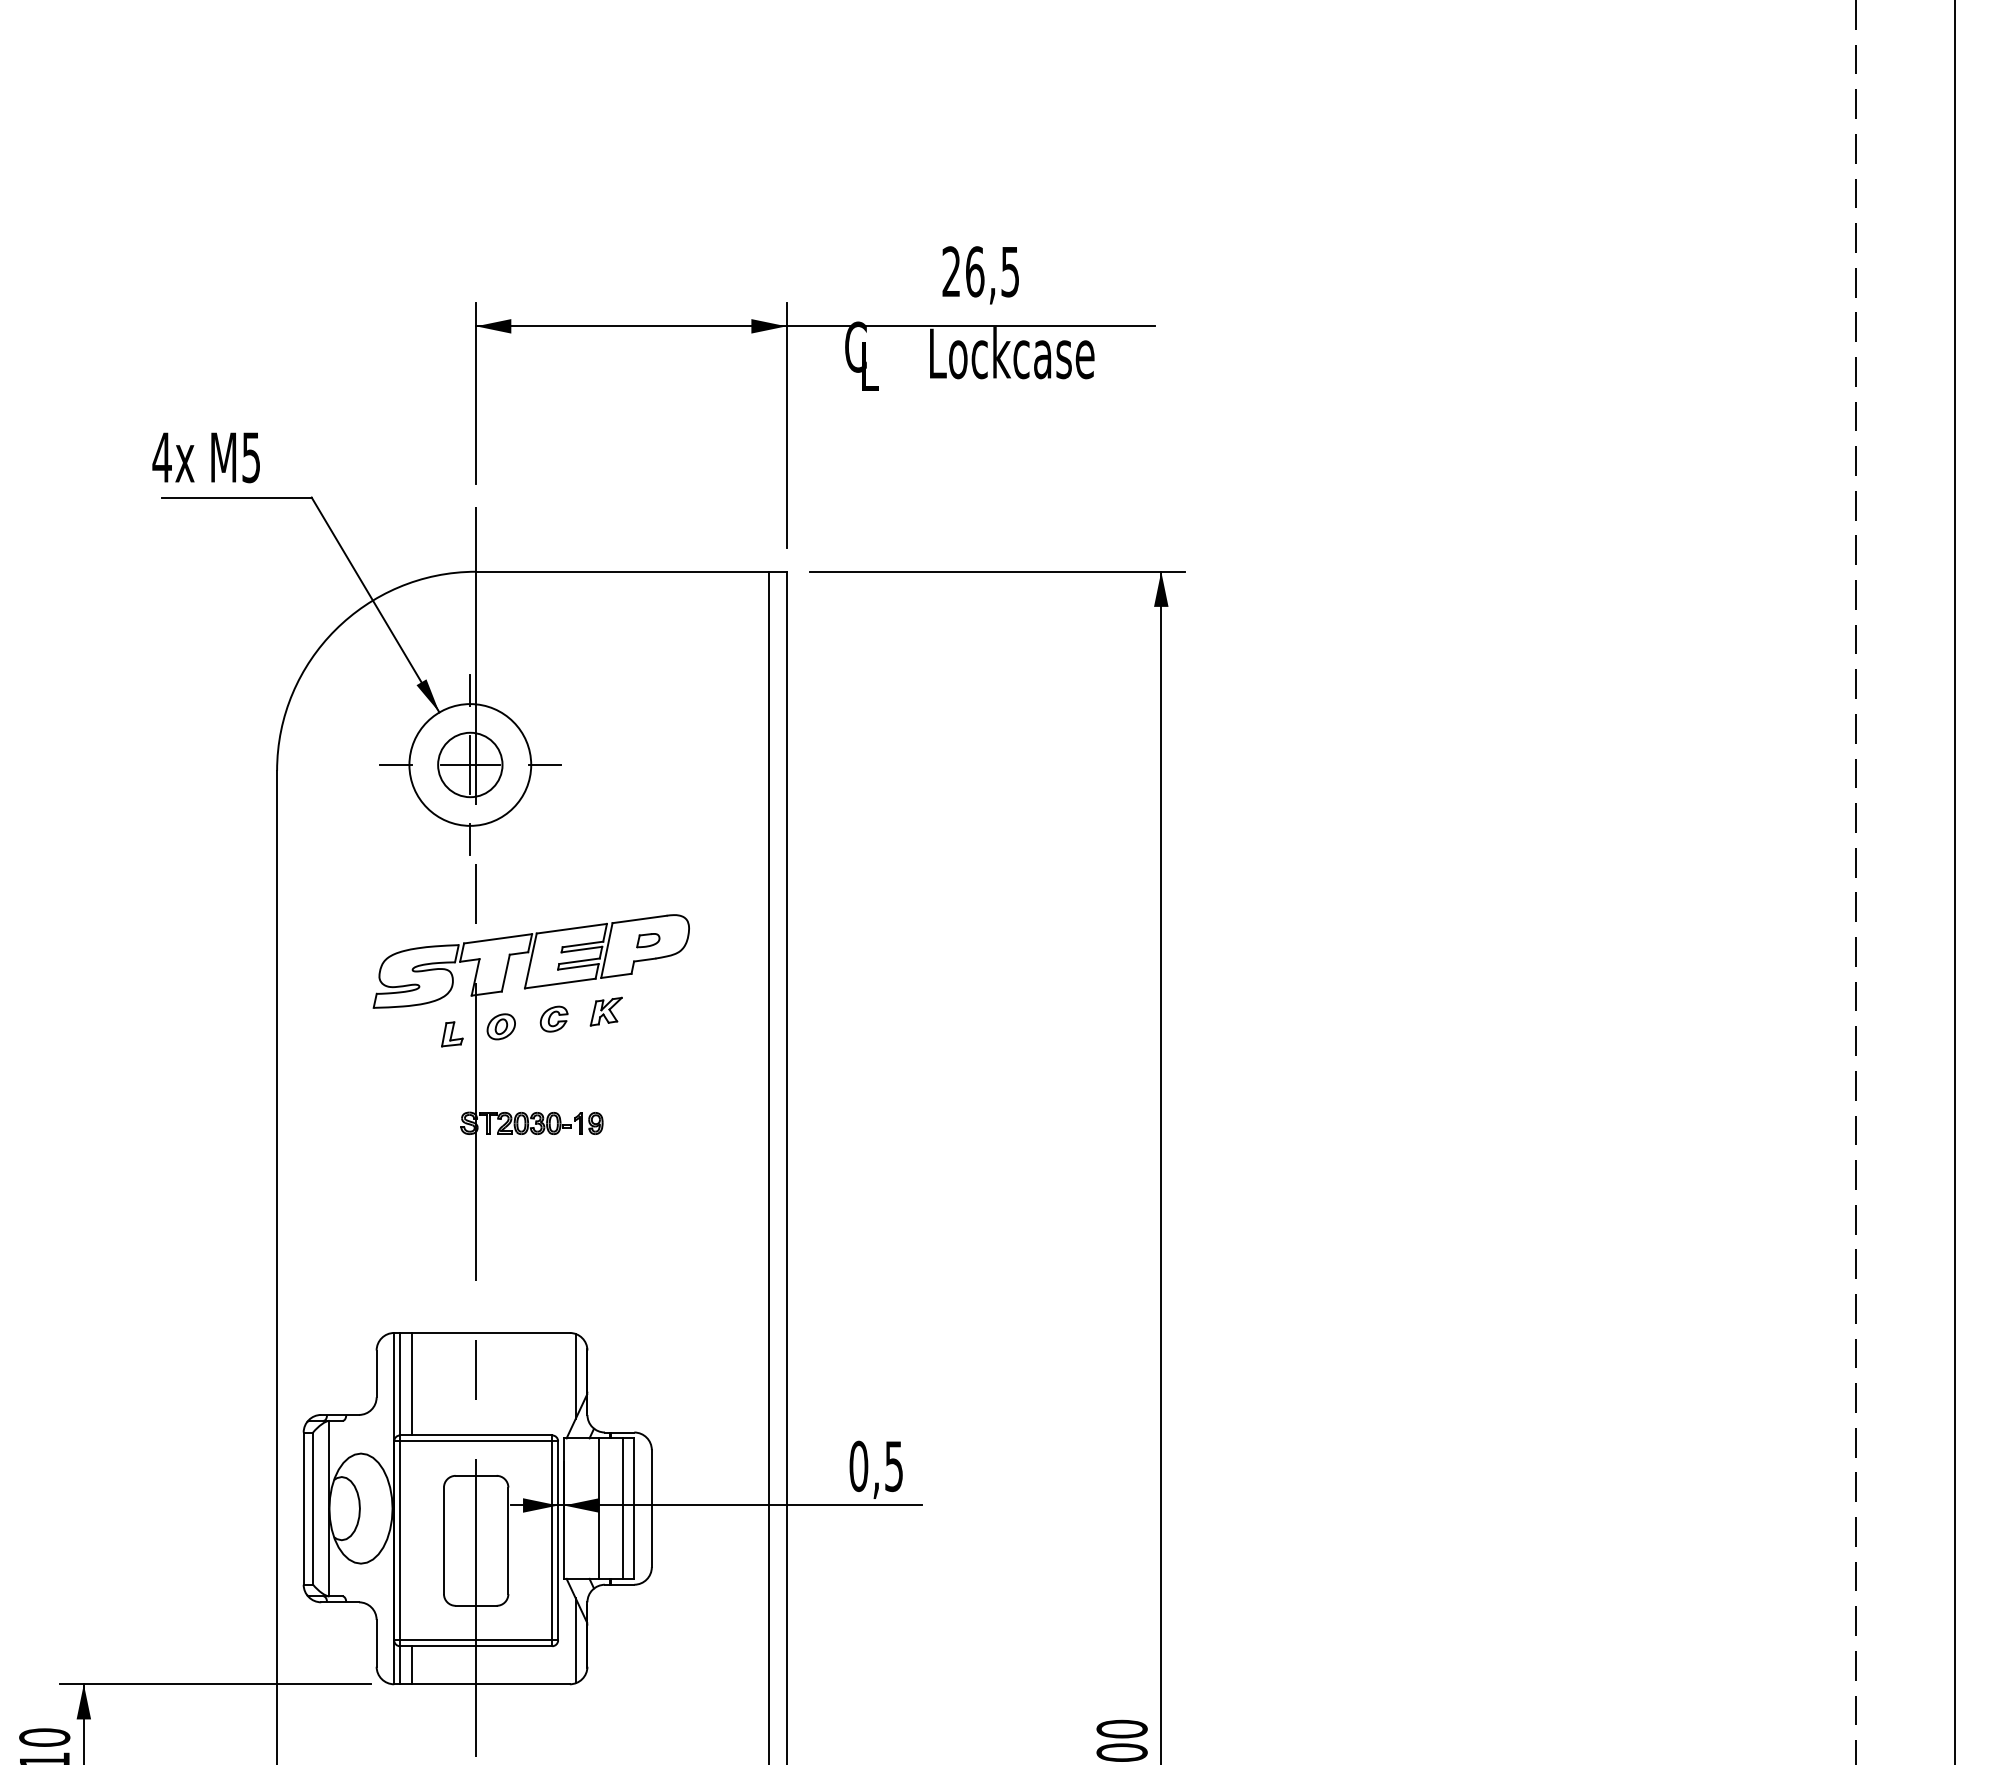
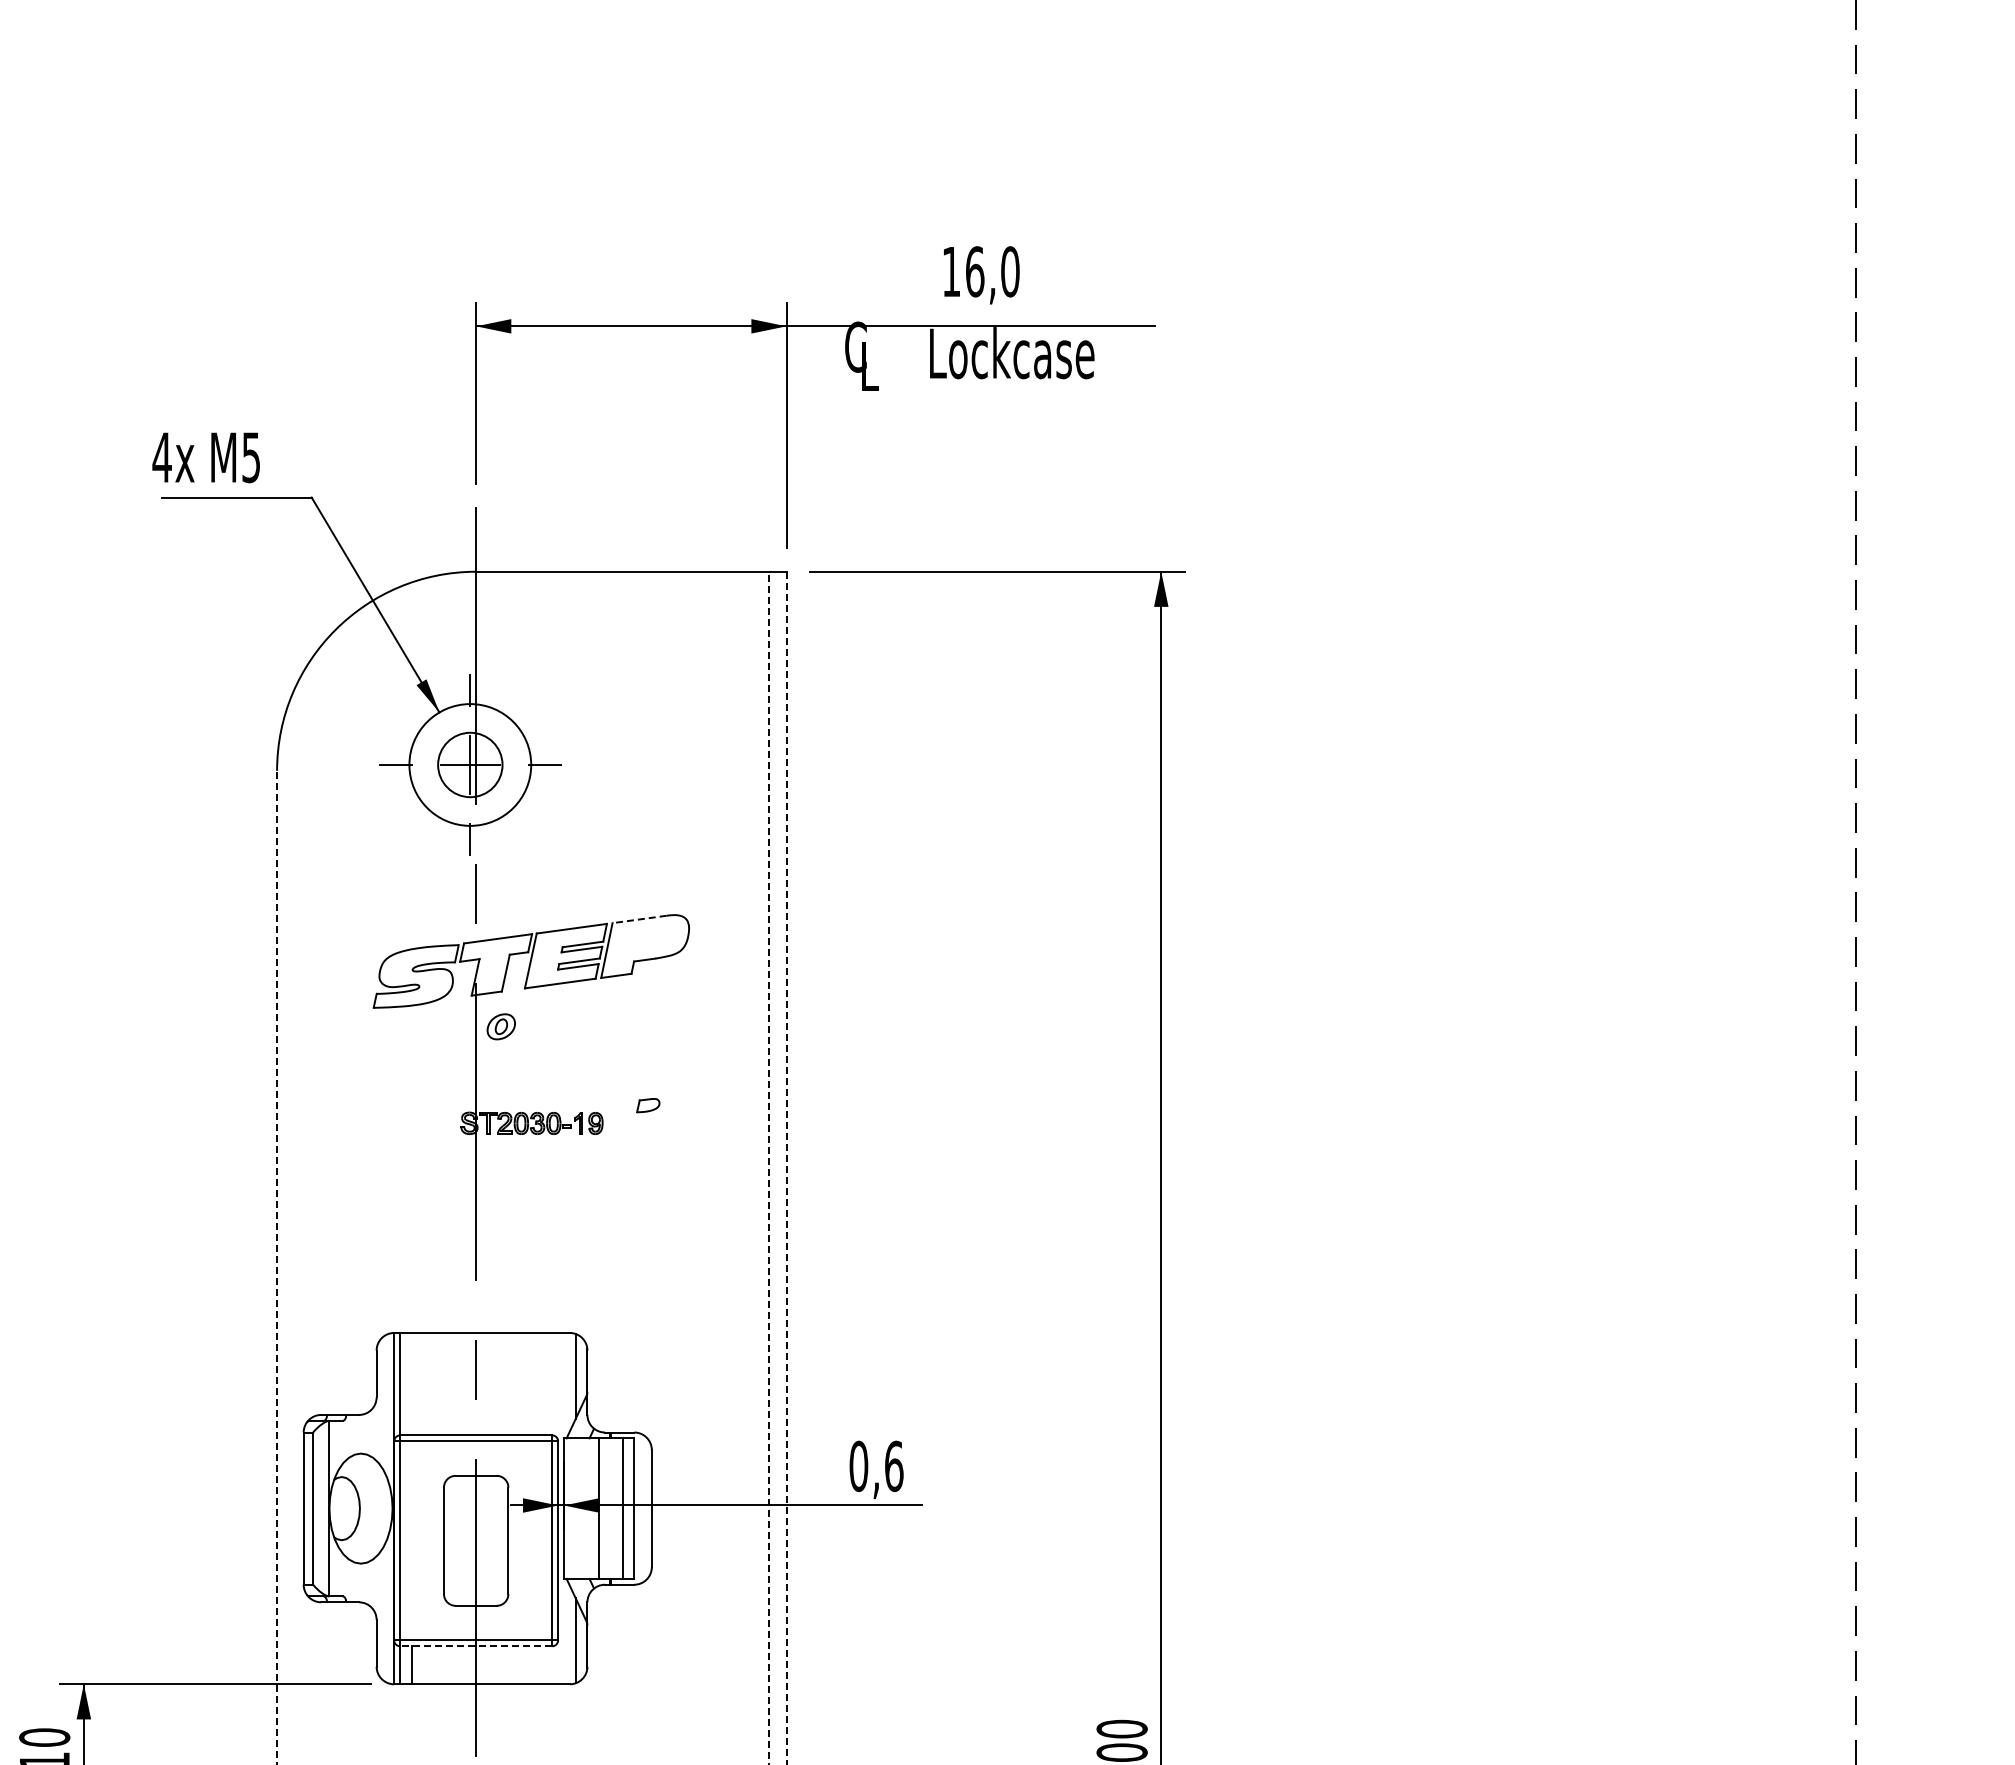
text at (980, 271): 26,5 -> 16,0
line at (1954, 881): present -> none
line at (639, 919): solid -> dashed
part at (648, 940) position: (648, 940) -> (648, 1105)
part at (605, 1011): present -> none
part at (553, 1018): present -> none
part at (452, 1034): present -> none
line at (768, 1167): solid -> dashed
line at (786, 1168): solid -> dashed
line at (277, 1267): solid -> dashed
line at (411, 1383): present -> none
text at (894, 1466): 0,5 -> 0,6
line at (475, 1646): solid -> dashed
